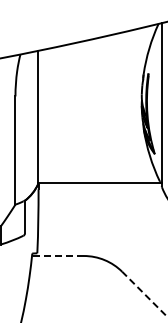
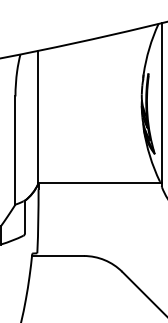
line at (58, 256): dashed -> solid
line at (144, 294): dashed -> solid
